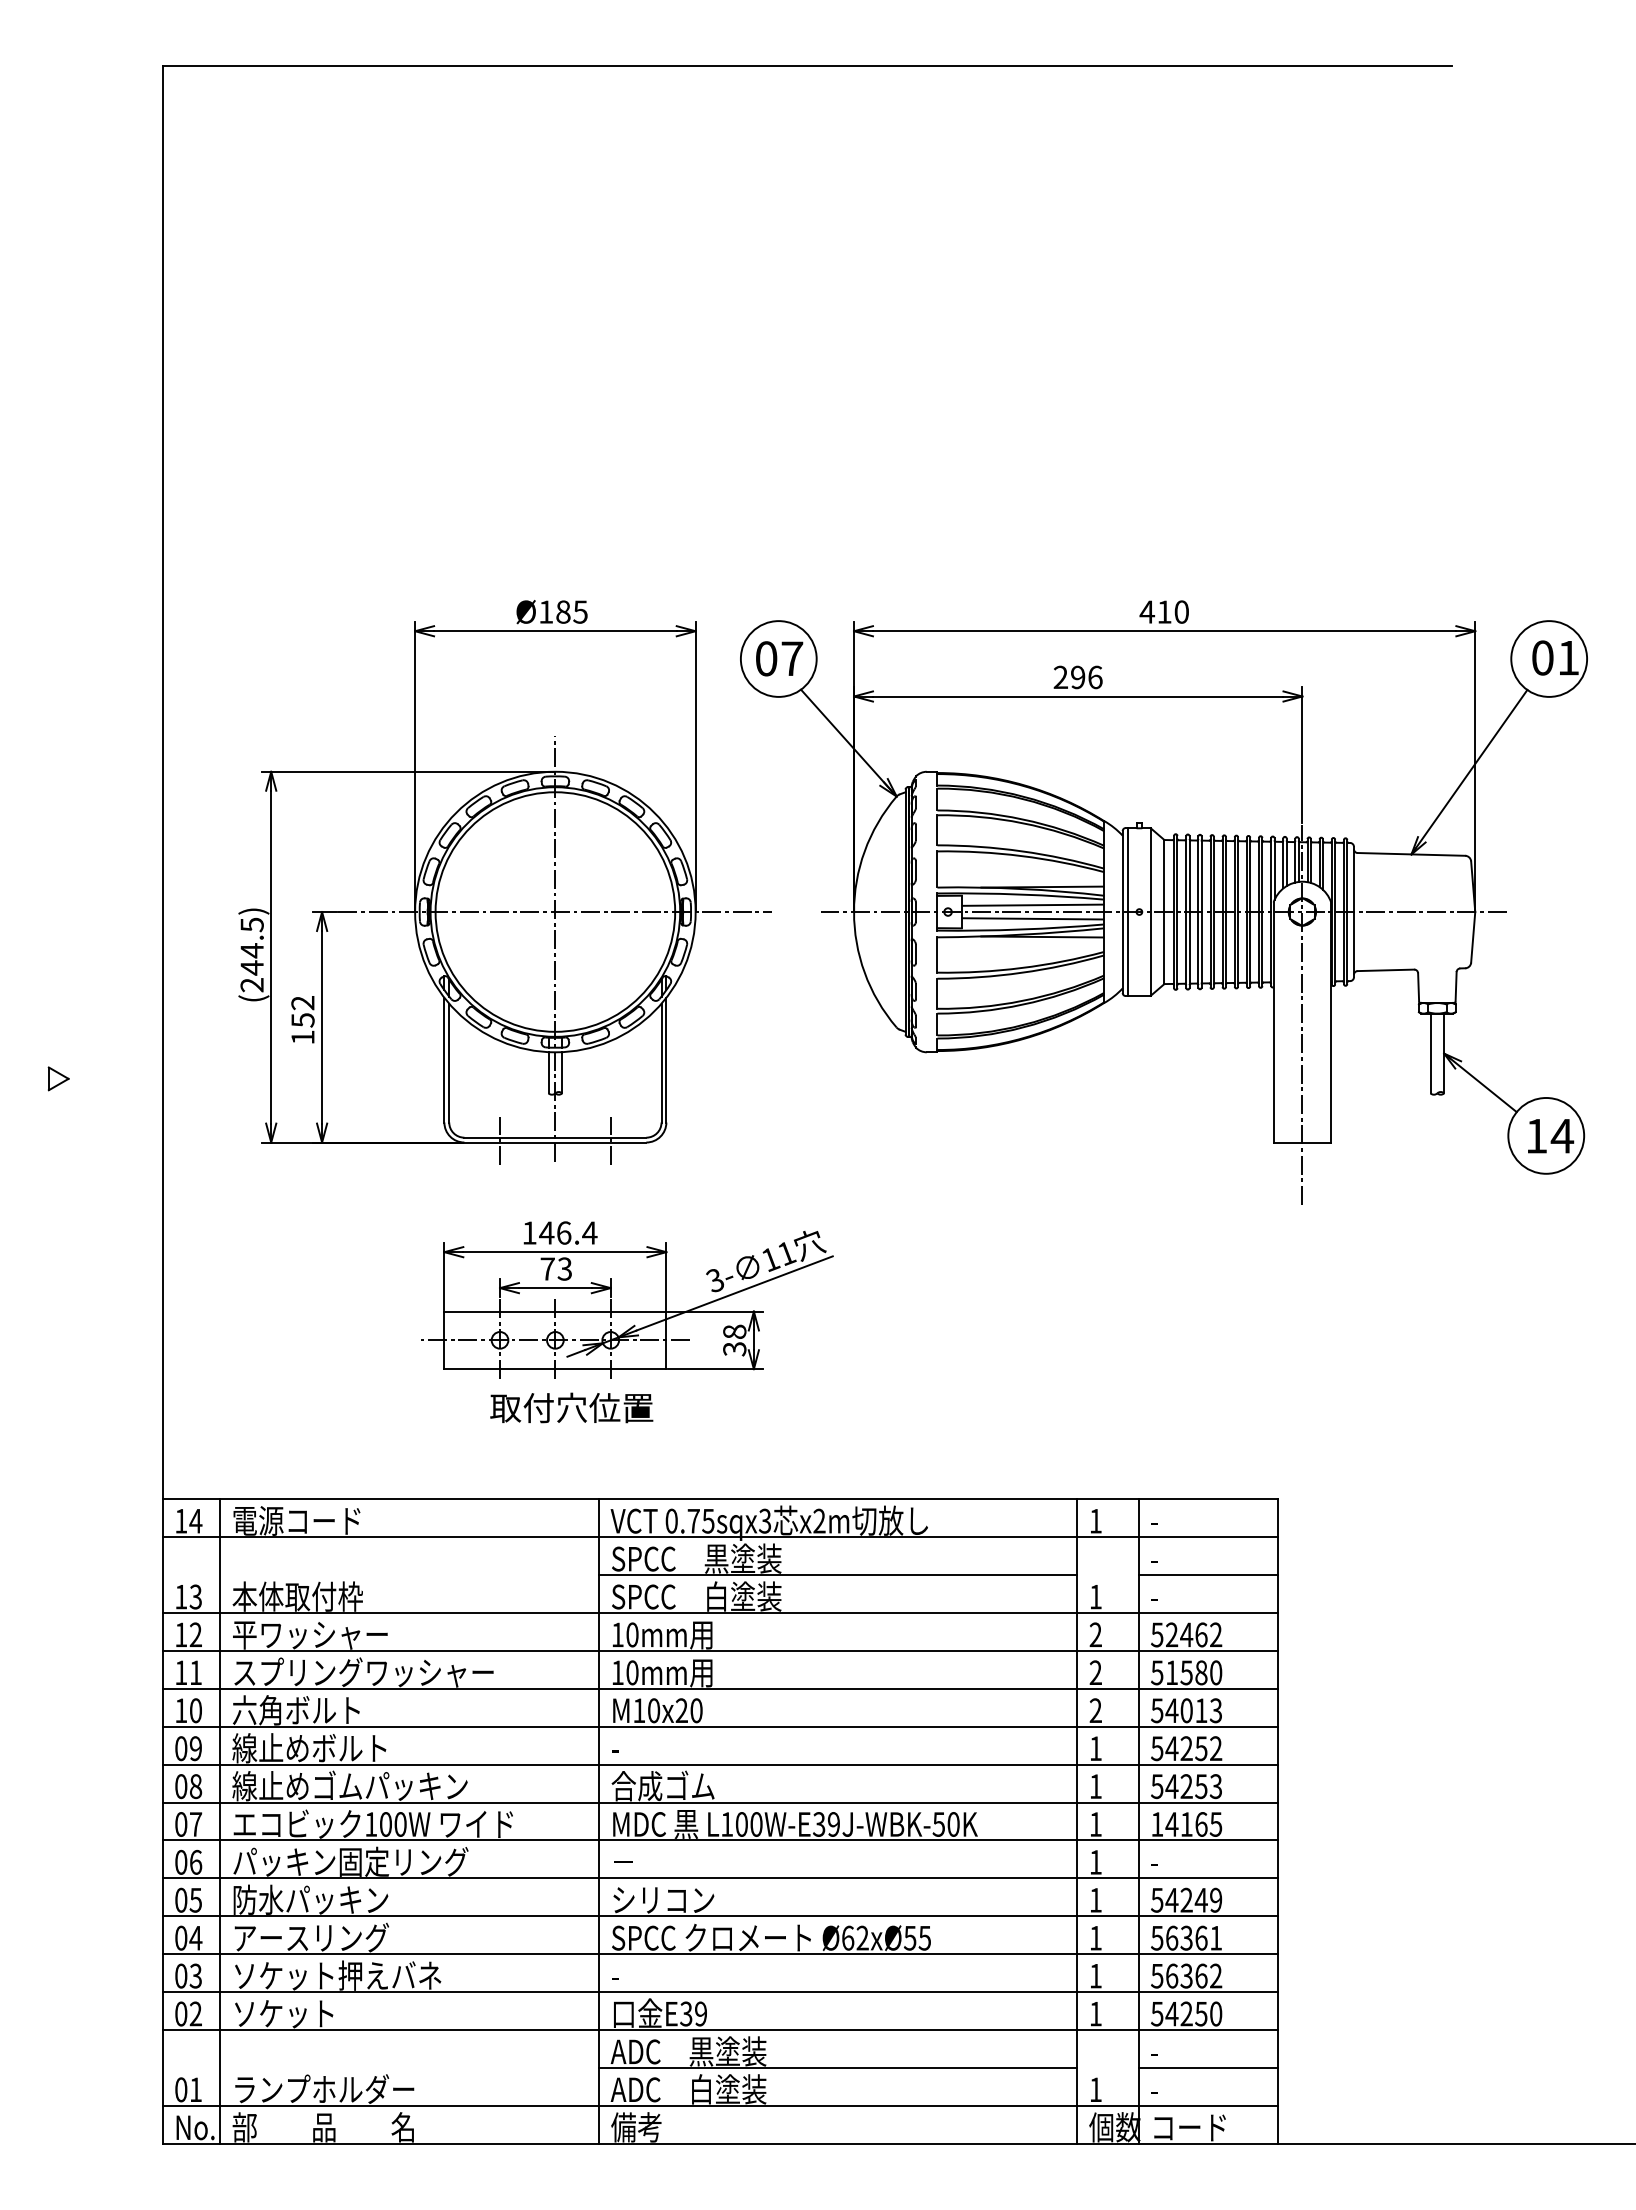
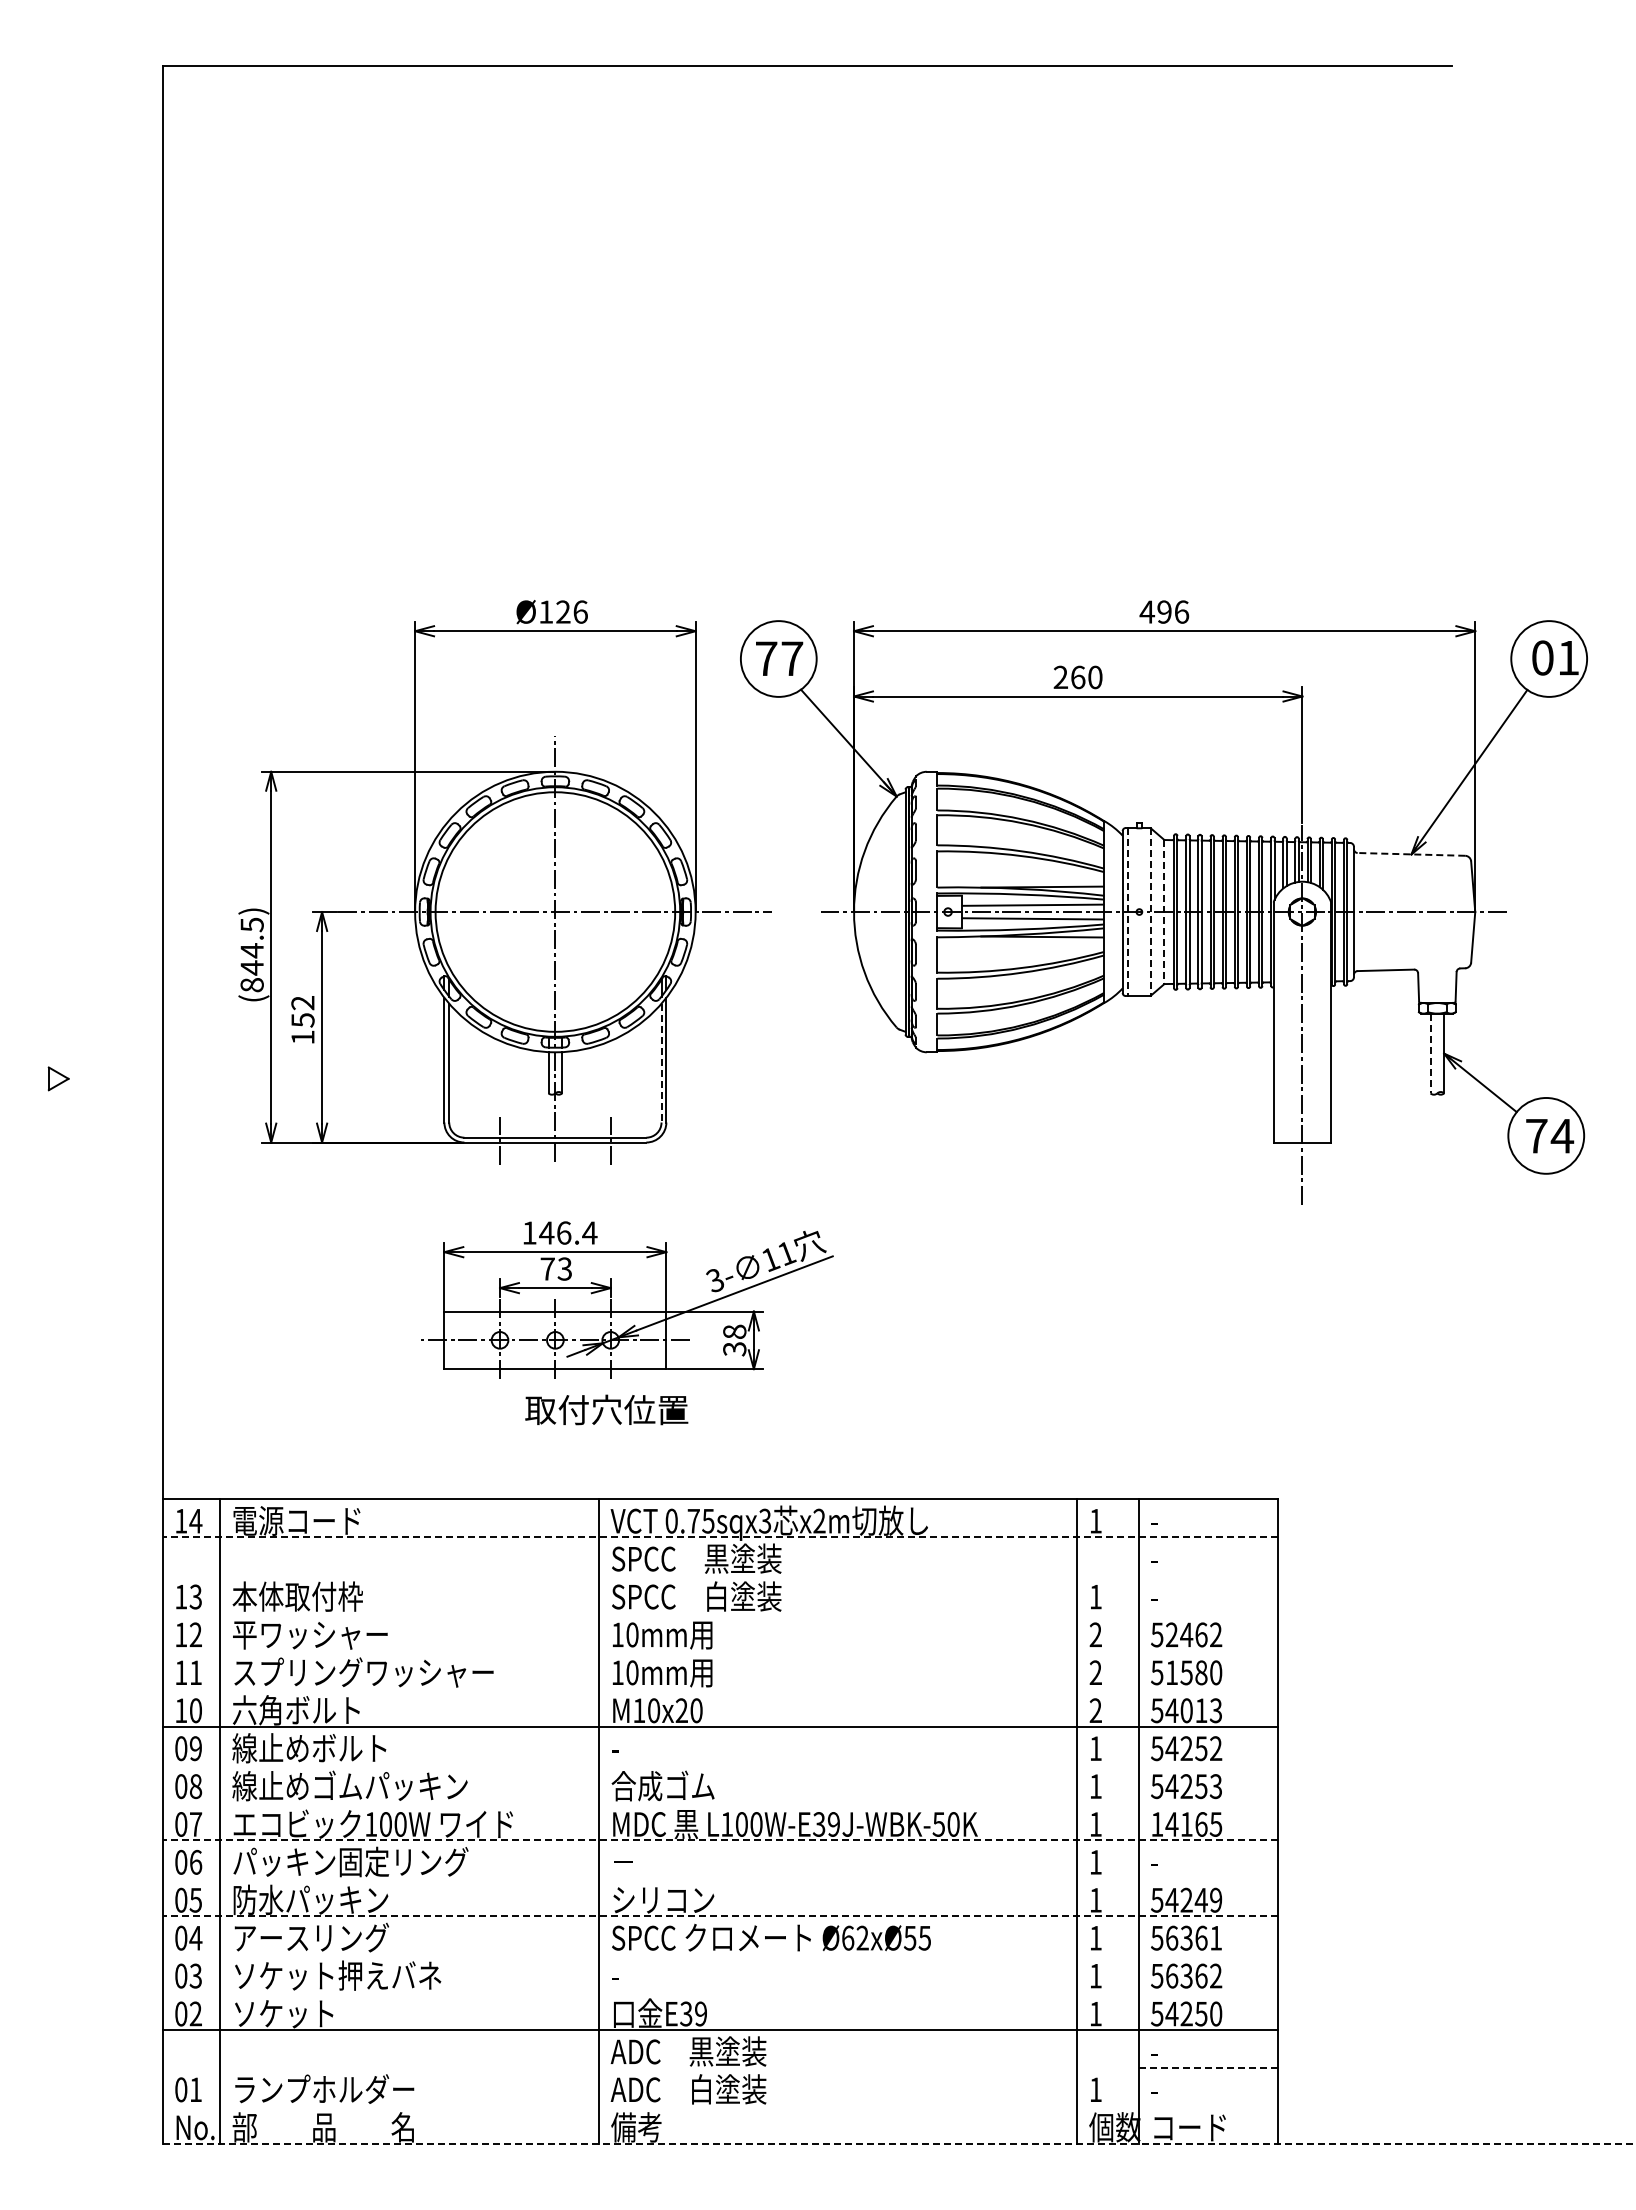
text at (571, 611): Ø185 -> Ø126
text at (1173, 611): 410 -> 496
text at (766, 658): 07 -> 77
text at (1086, 677): 296 -> 260
line at (1411, 854): solid -> dashed
line at (1128, 912): solid -> dashed
line at (1150, 912): solid -> dashed
line at (1164, 912): solid -> dashed
text at (251, 985): (244.5) -> (844.5)
line at (1430, 1053): solid -> dashed
line at (661, 1063): solid -> dashed
text at (1536, 1136): 14 -> 74
text at (571, 1407) position: (571, 1407) -> (606, 1409)
line at (720, 1537): solid -> dashed
line at (838, 1575): present -> none
line at (1208, 1575): present -> none
line at (720, 1612): present -> none
line at (720, 1650): present -> none
line at (720, 1688): present -> none
line at (720, 1764): present -> none
line at (720, 1802): present -> none
line at (720, 1840): solid -> dashed
line at (720, 1878): present -> none
line at (720, 1916): solid -> dashed
line at (720, 1954): present -> none
line at (720, 1992): present -> none
line at (838, 2067): present -> none
line at (1208, 2067): solid -> dashed
line at (720, 2105): present -> none
line at (899, 2143): solid -> dashed
